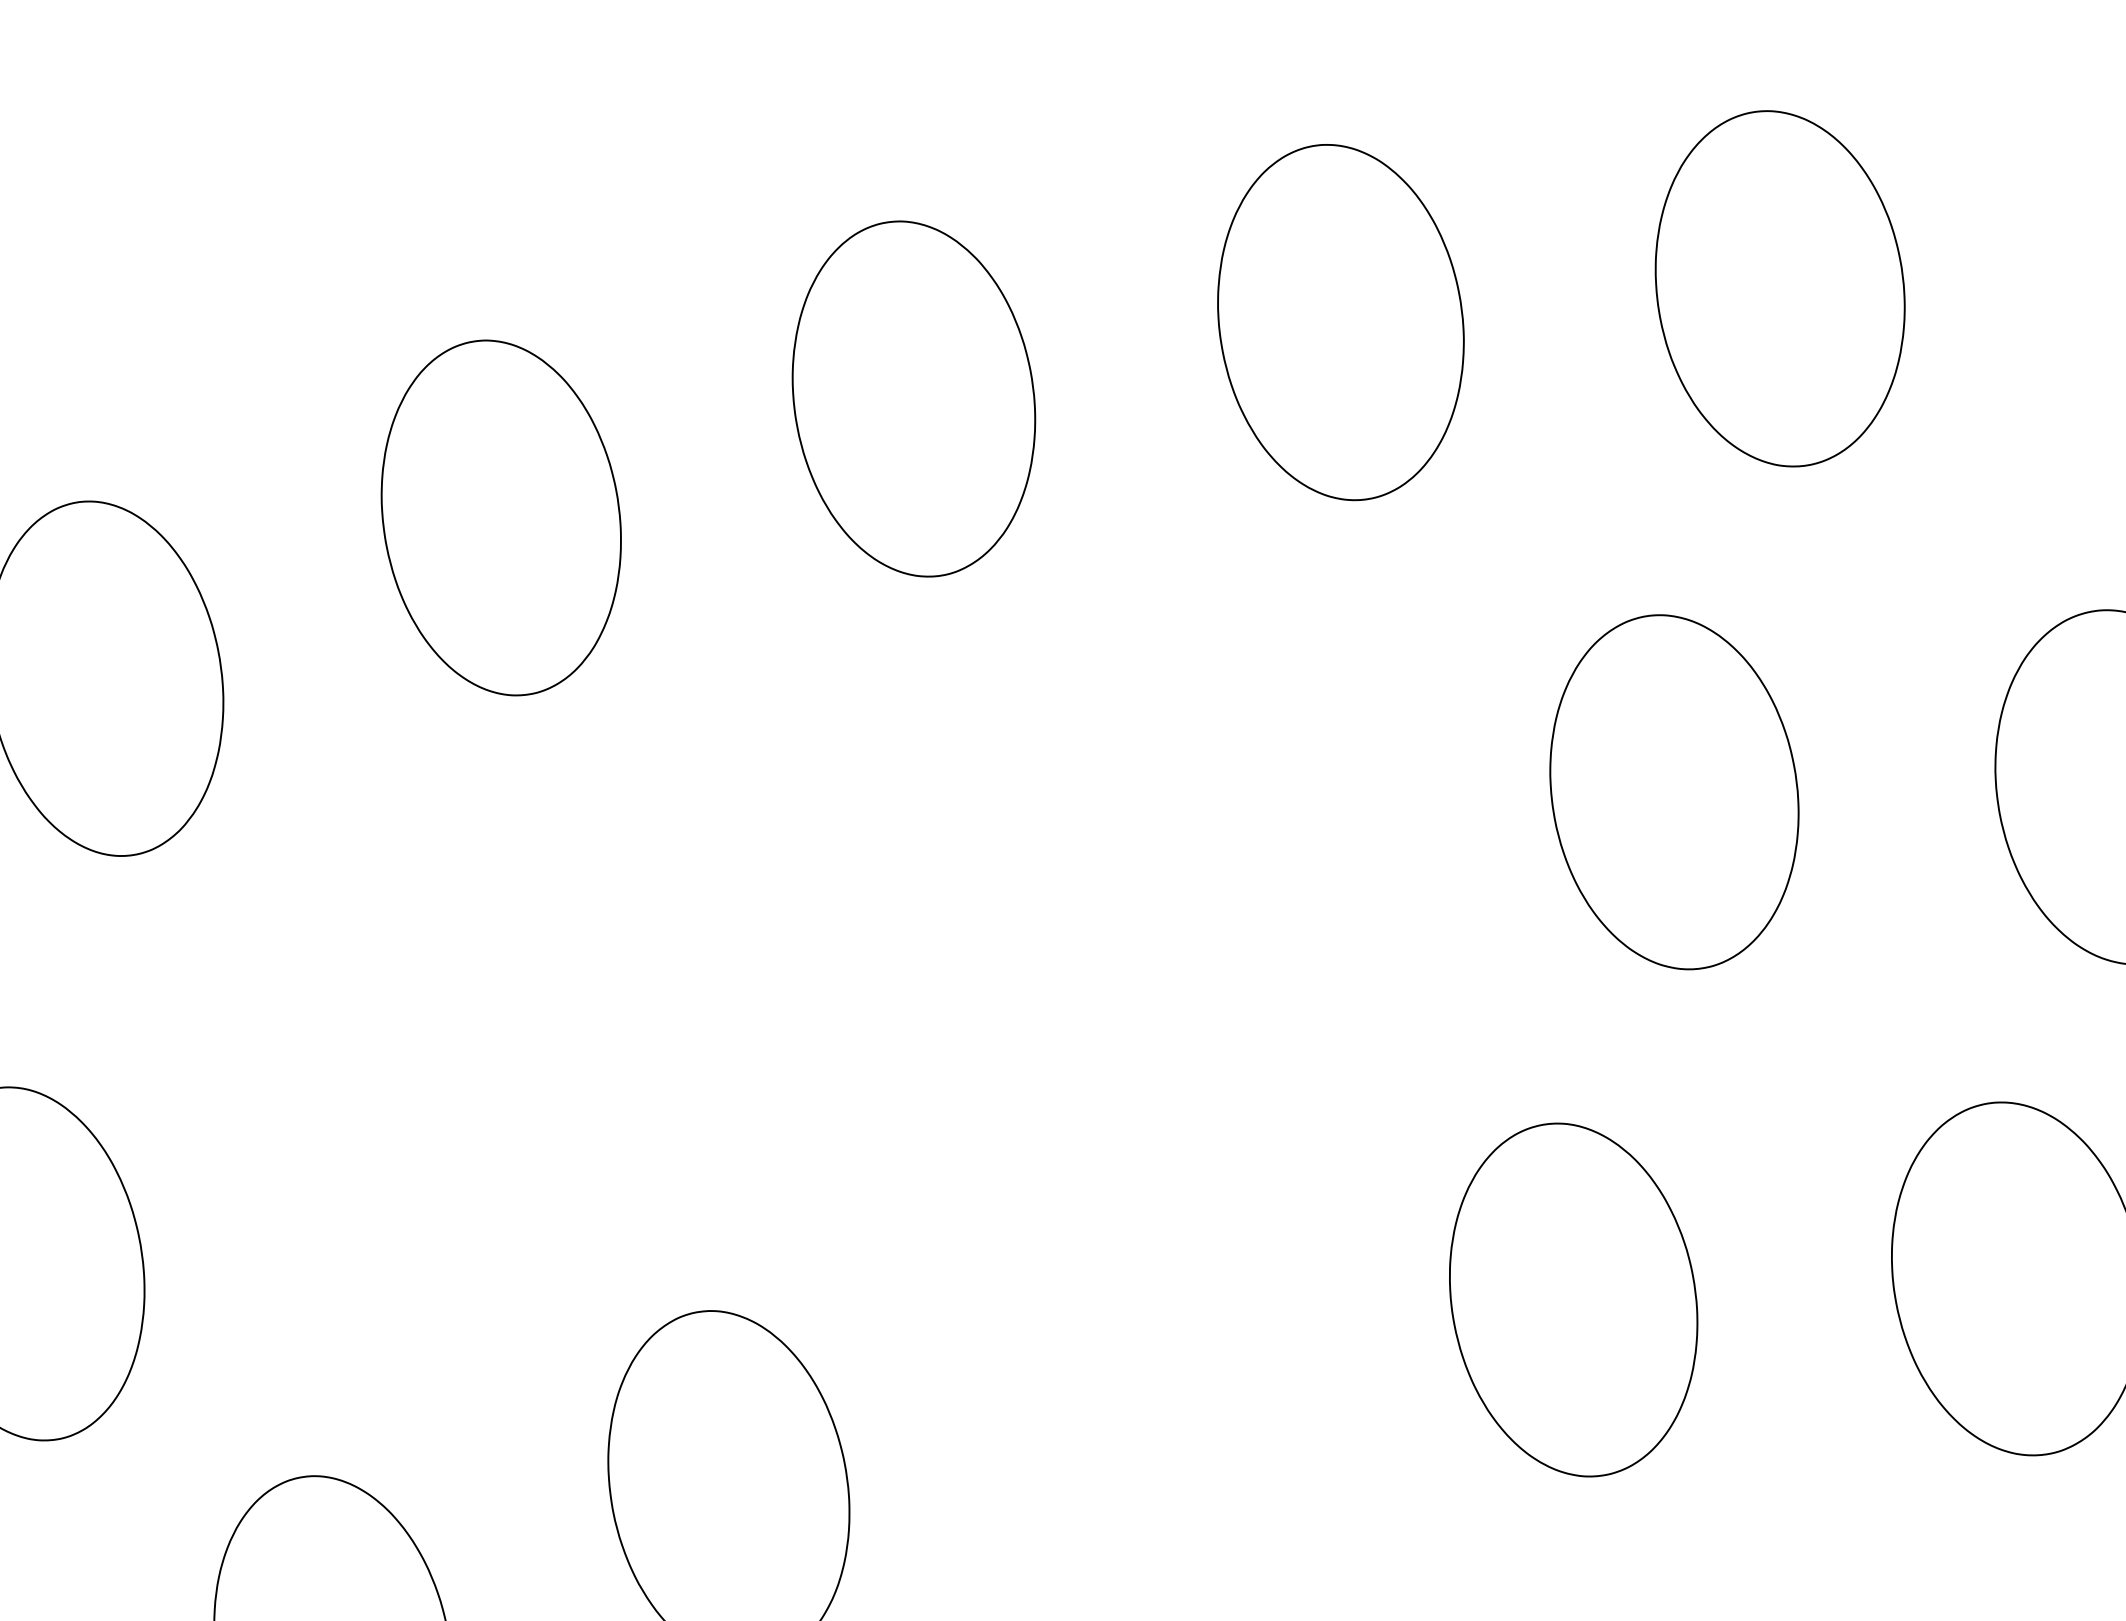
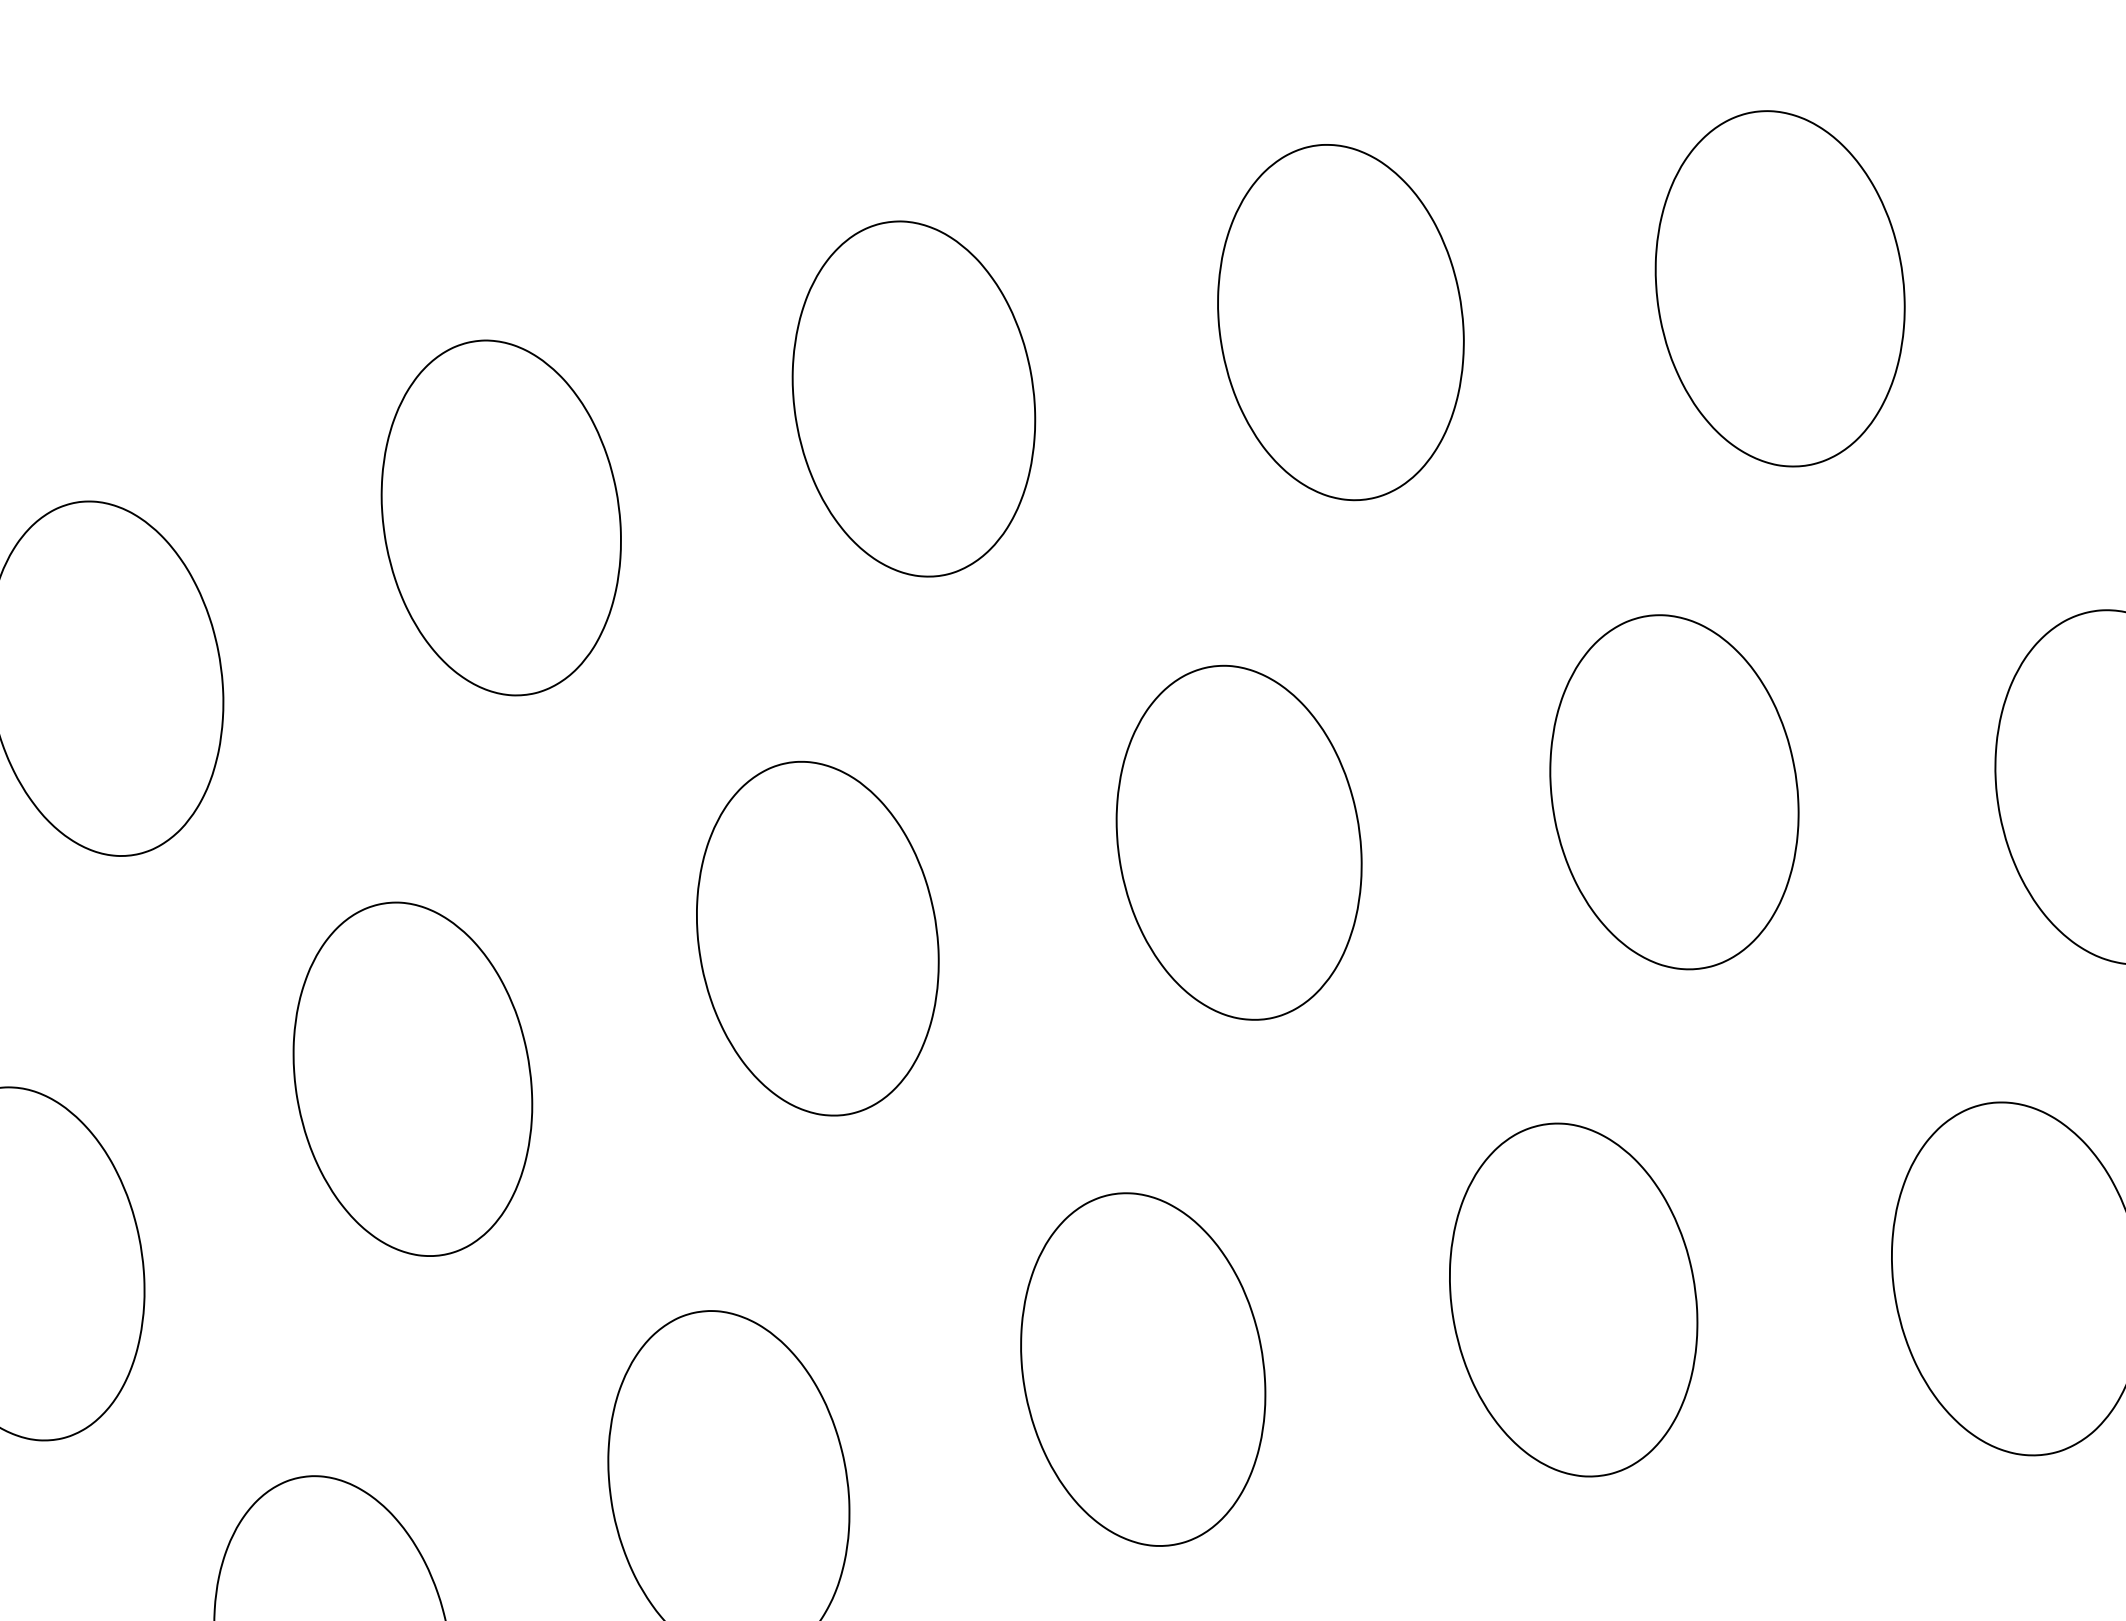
part at (1238, 842): none -> present
part at (817, 938): none -> present
part at (412, 1078): none -> present
part at (1143, 1369): none -> present
